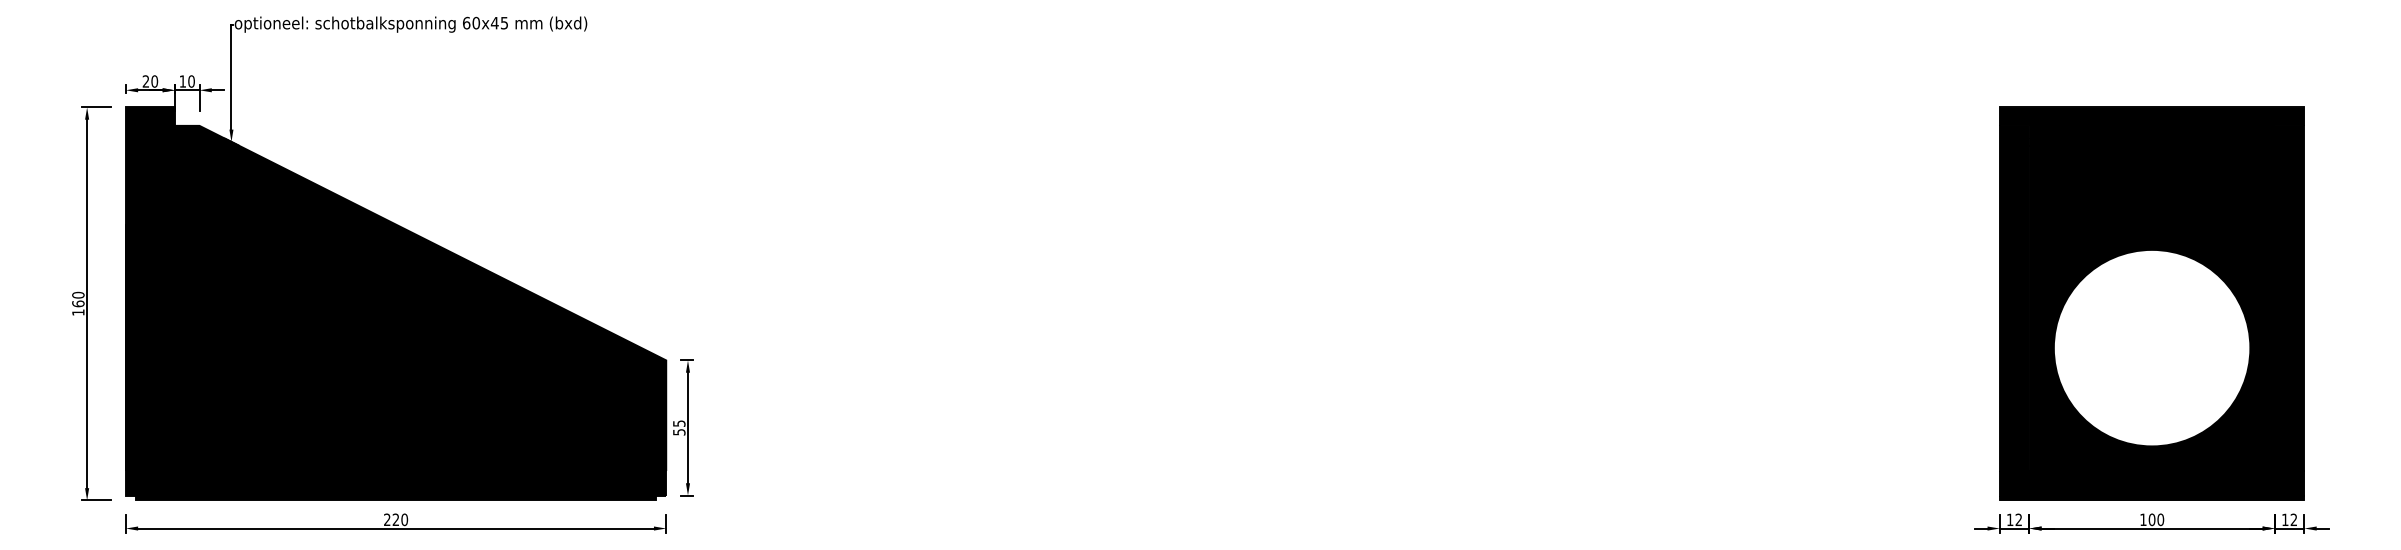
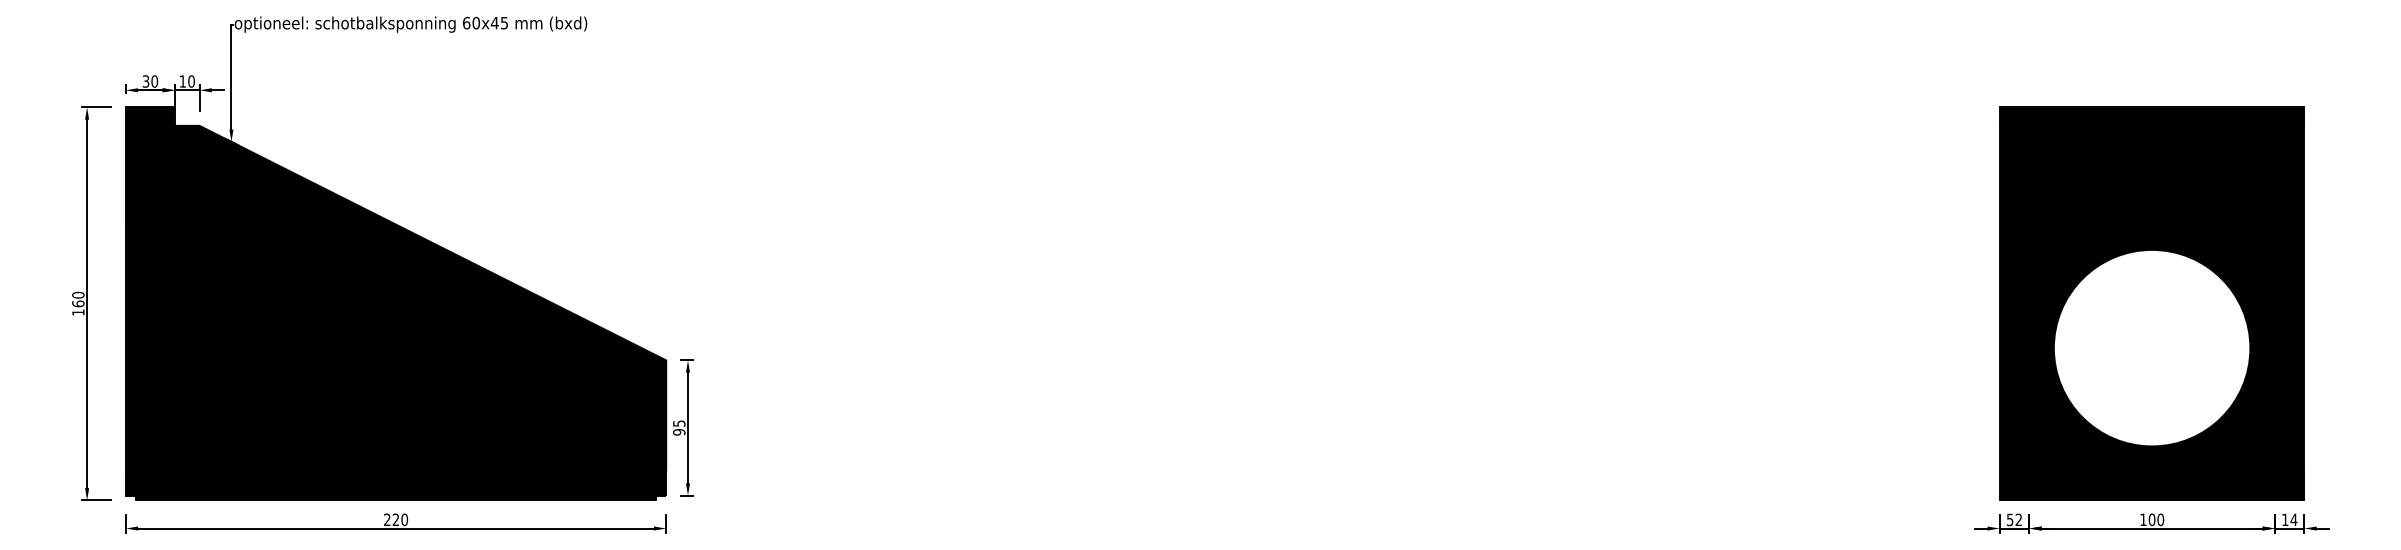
text at (145, 81): 20 -> 30
text at (679, 432): 55 -> 95
text at (2010, 519): 12 -> 52
text at (2293, 519): 12 -> 14
